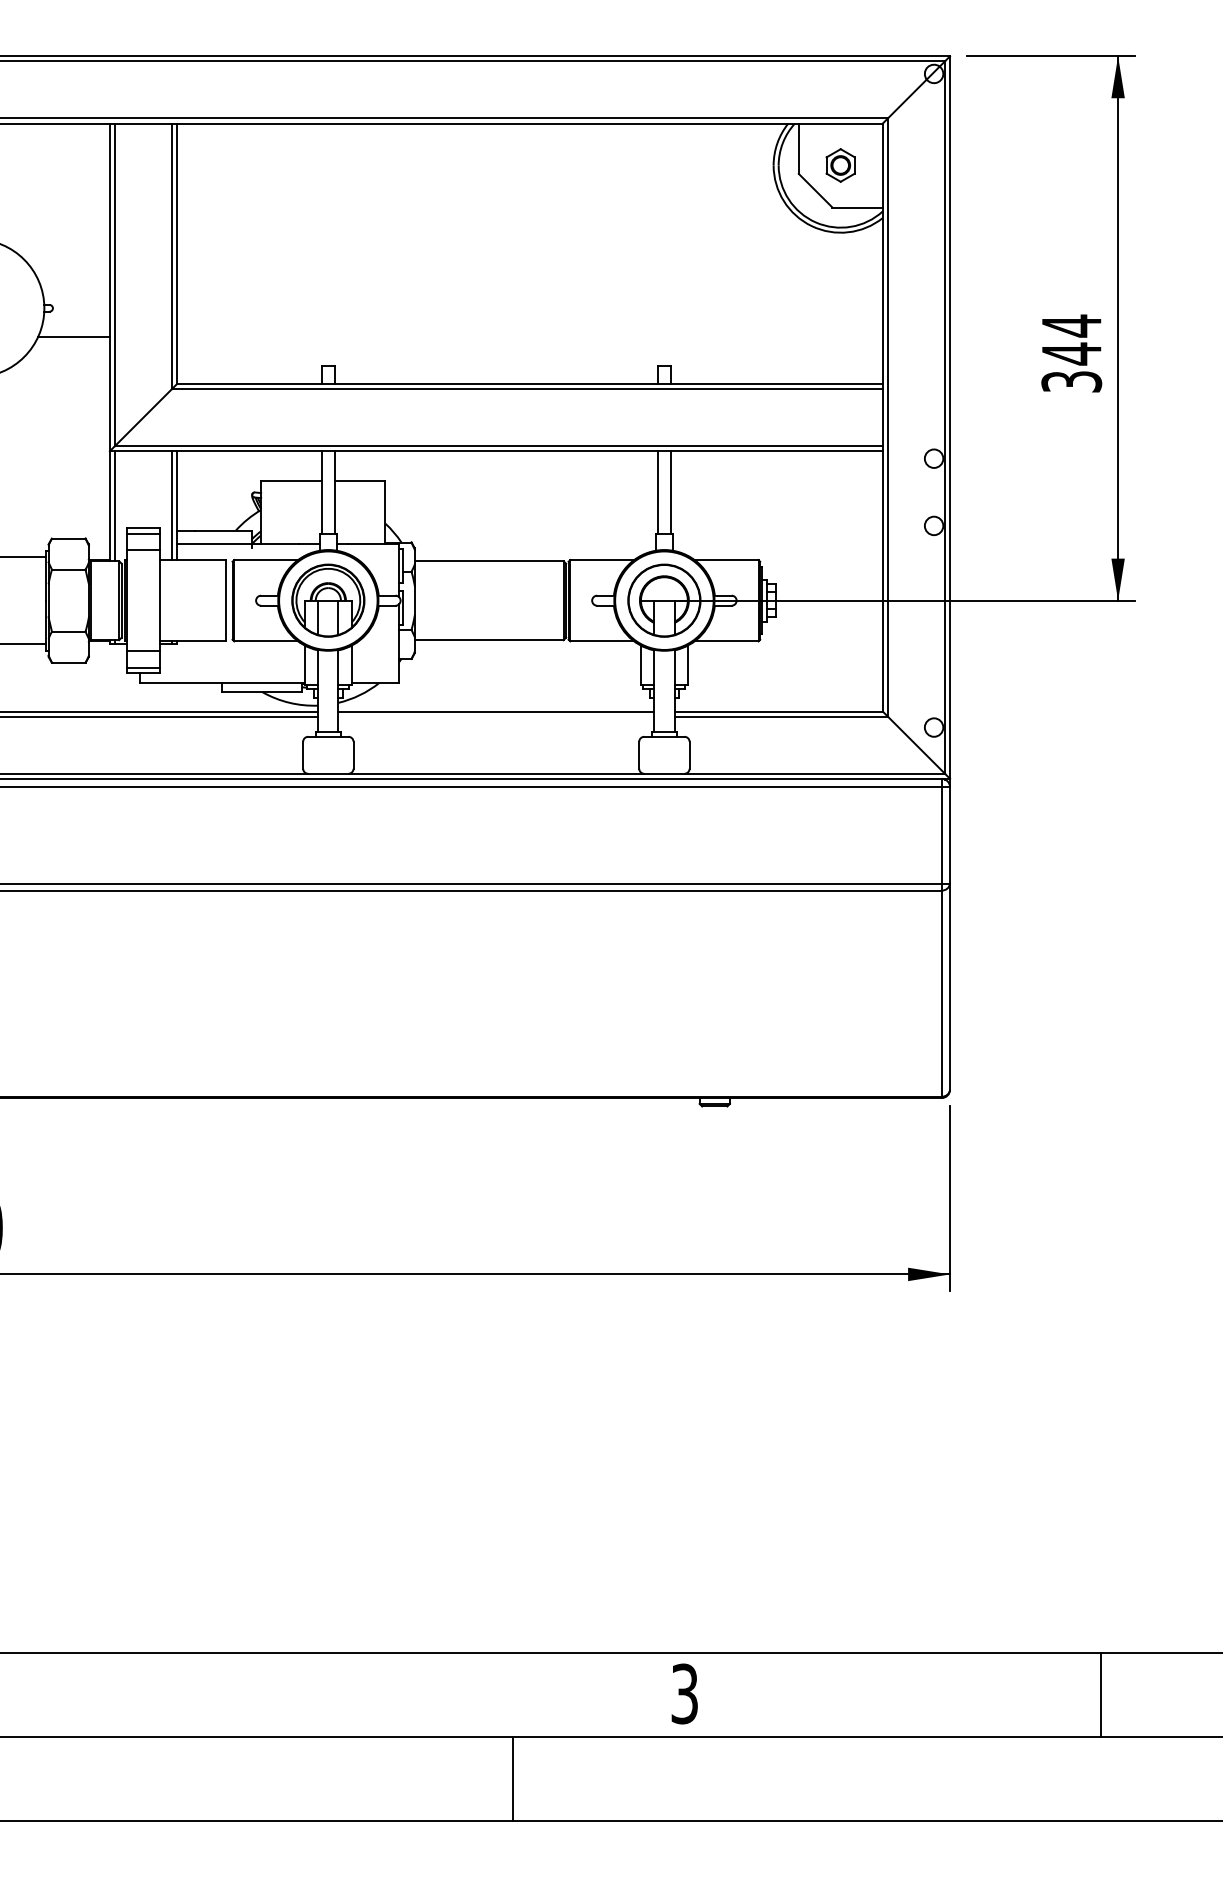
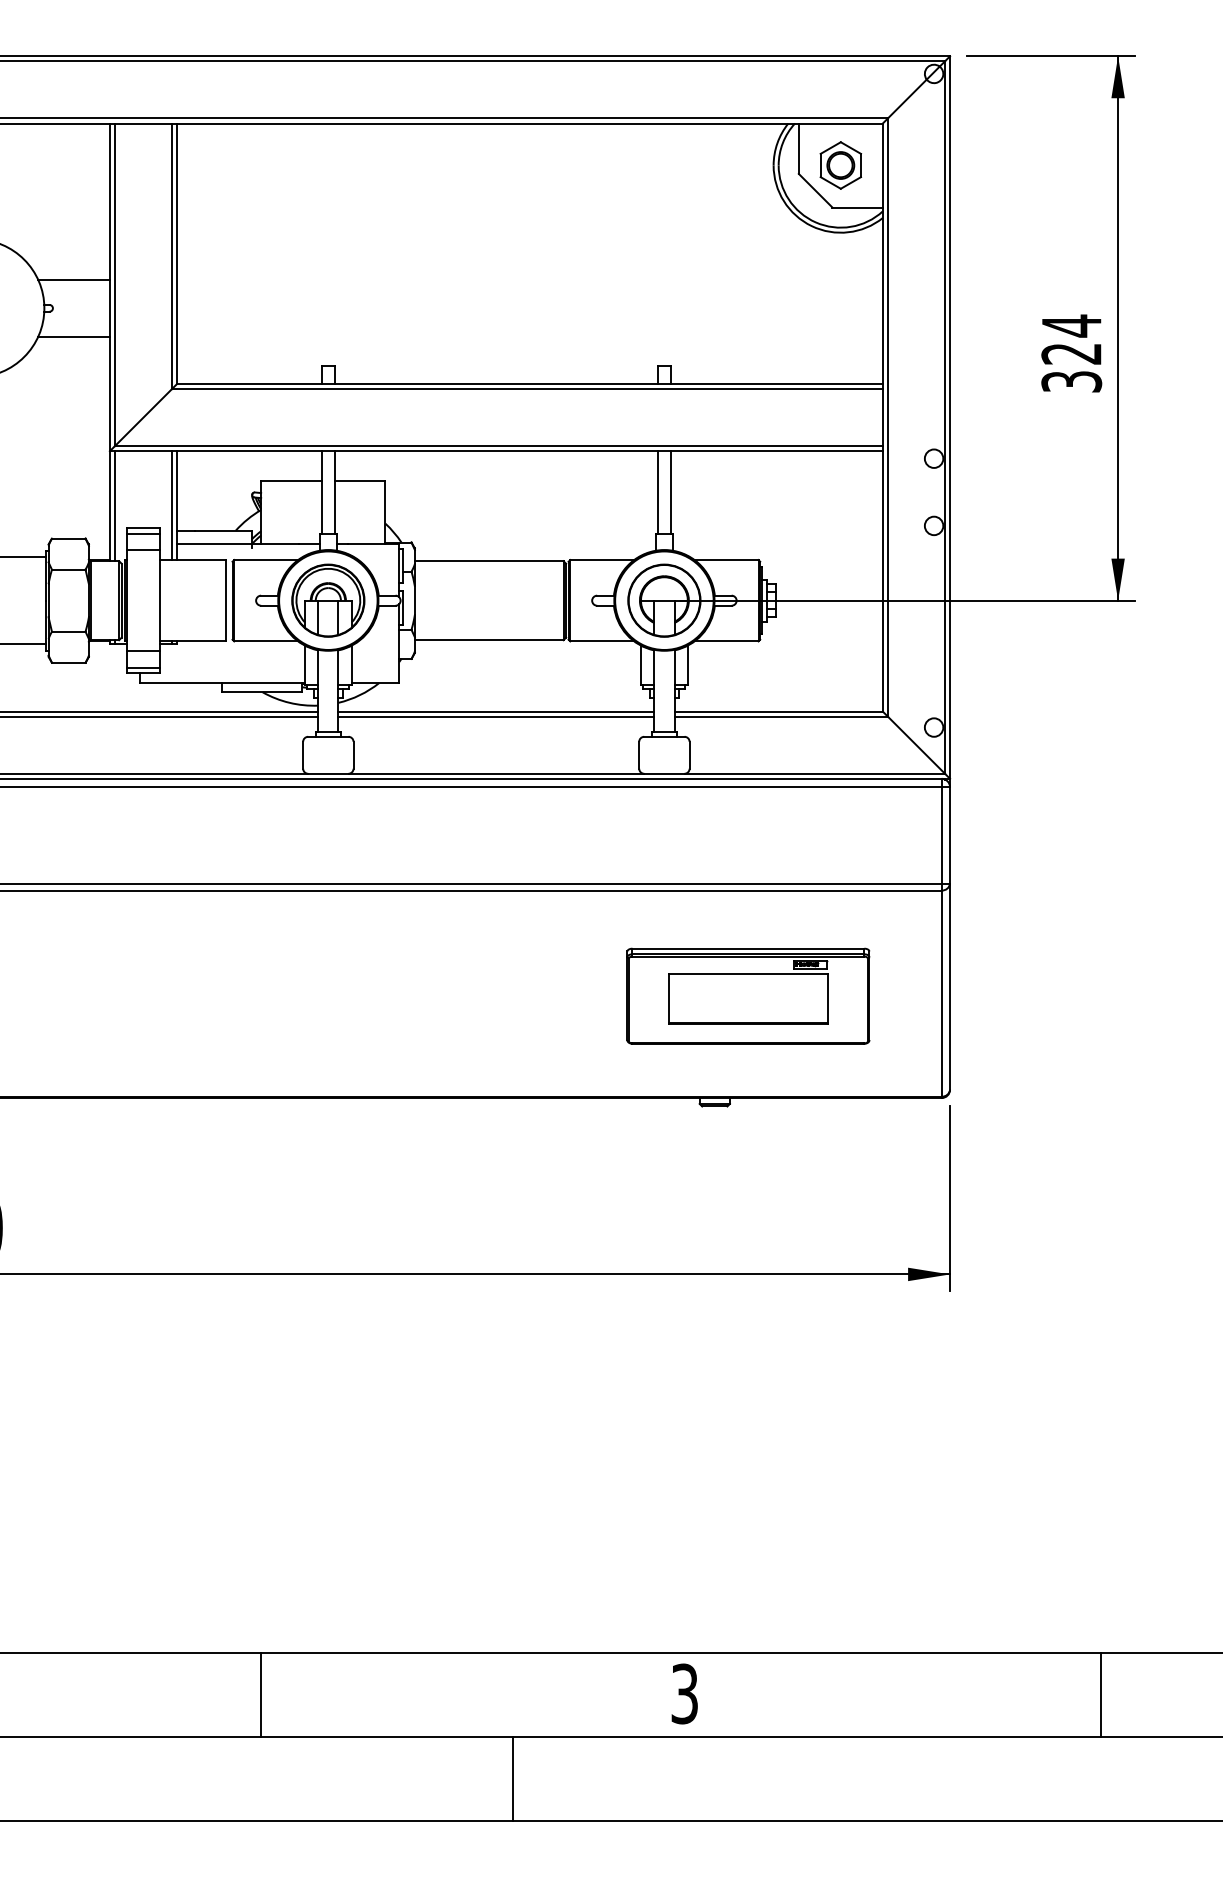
part at (840, 165) size: 31x35 px -> 43x49 px
line at (73, 280): none -> present
text at (1071, 353): 344 -> 324
line at (496, 716): none -> present
part at (748, 995): none -> present
line at (261, 1694): none -> present
